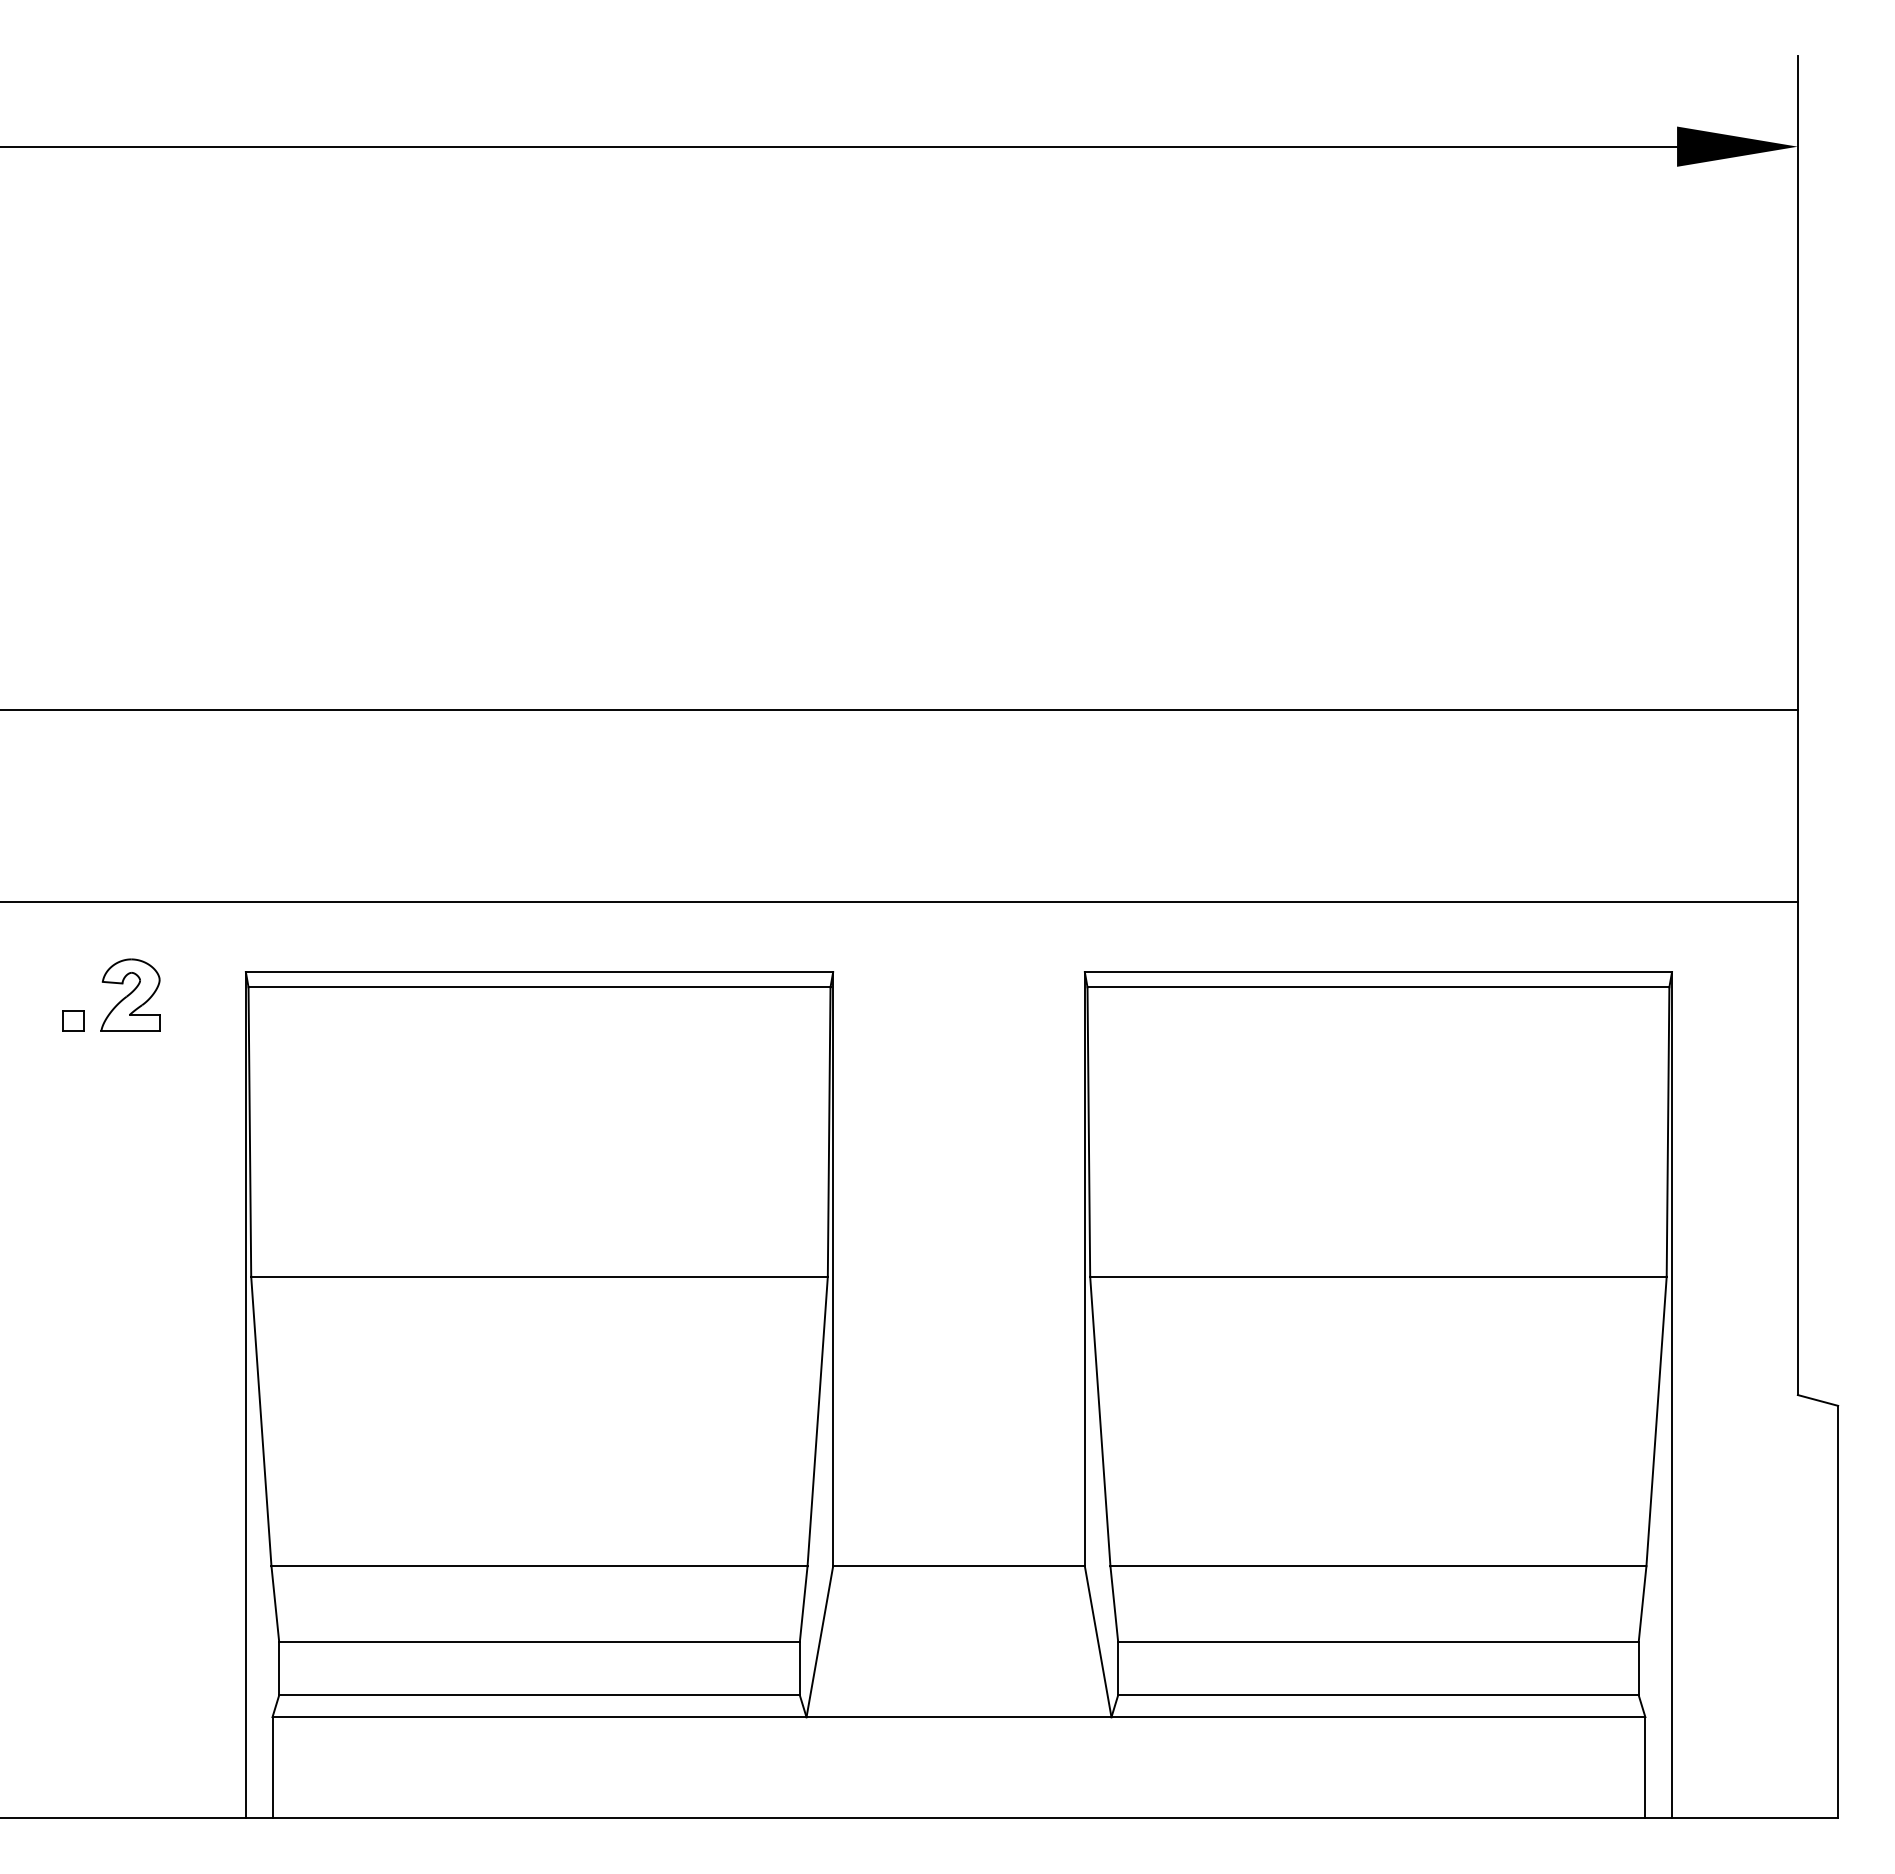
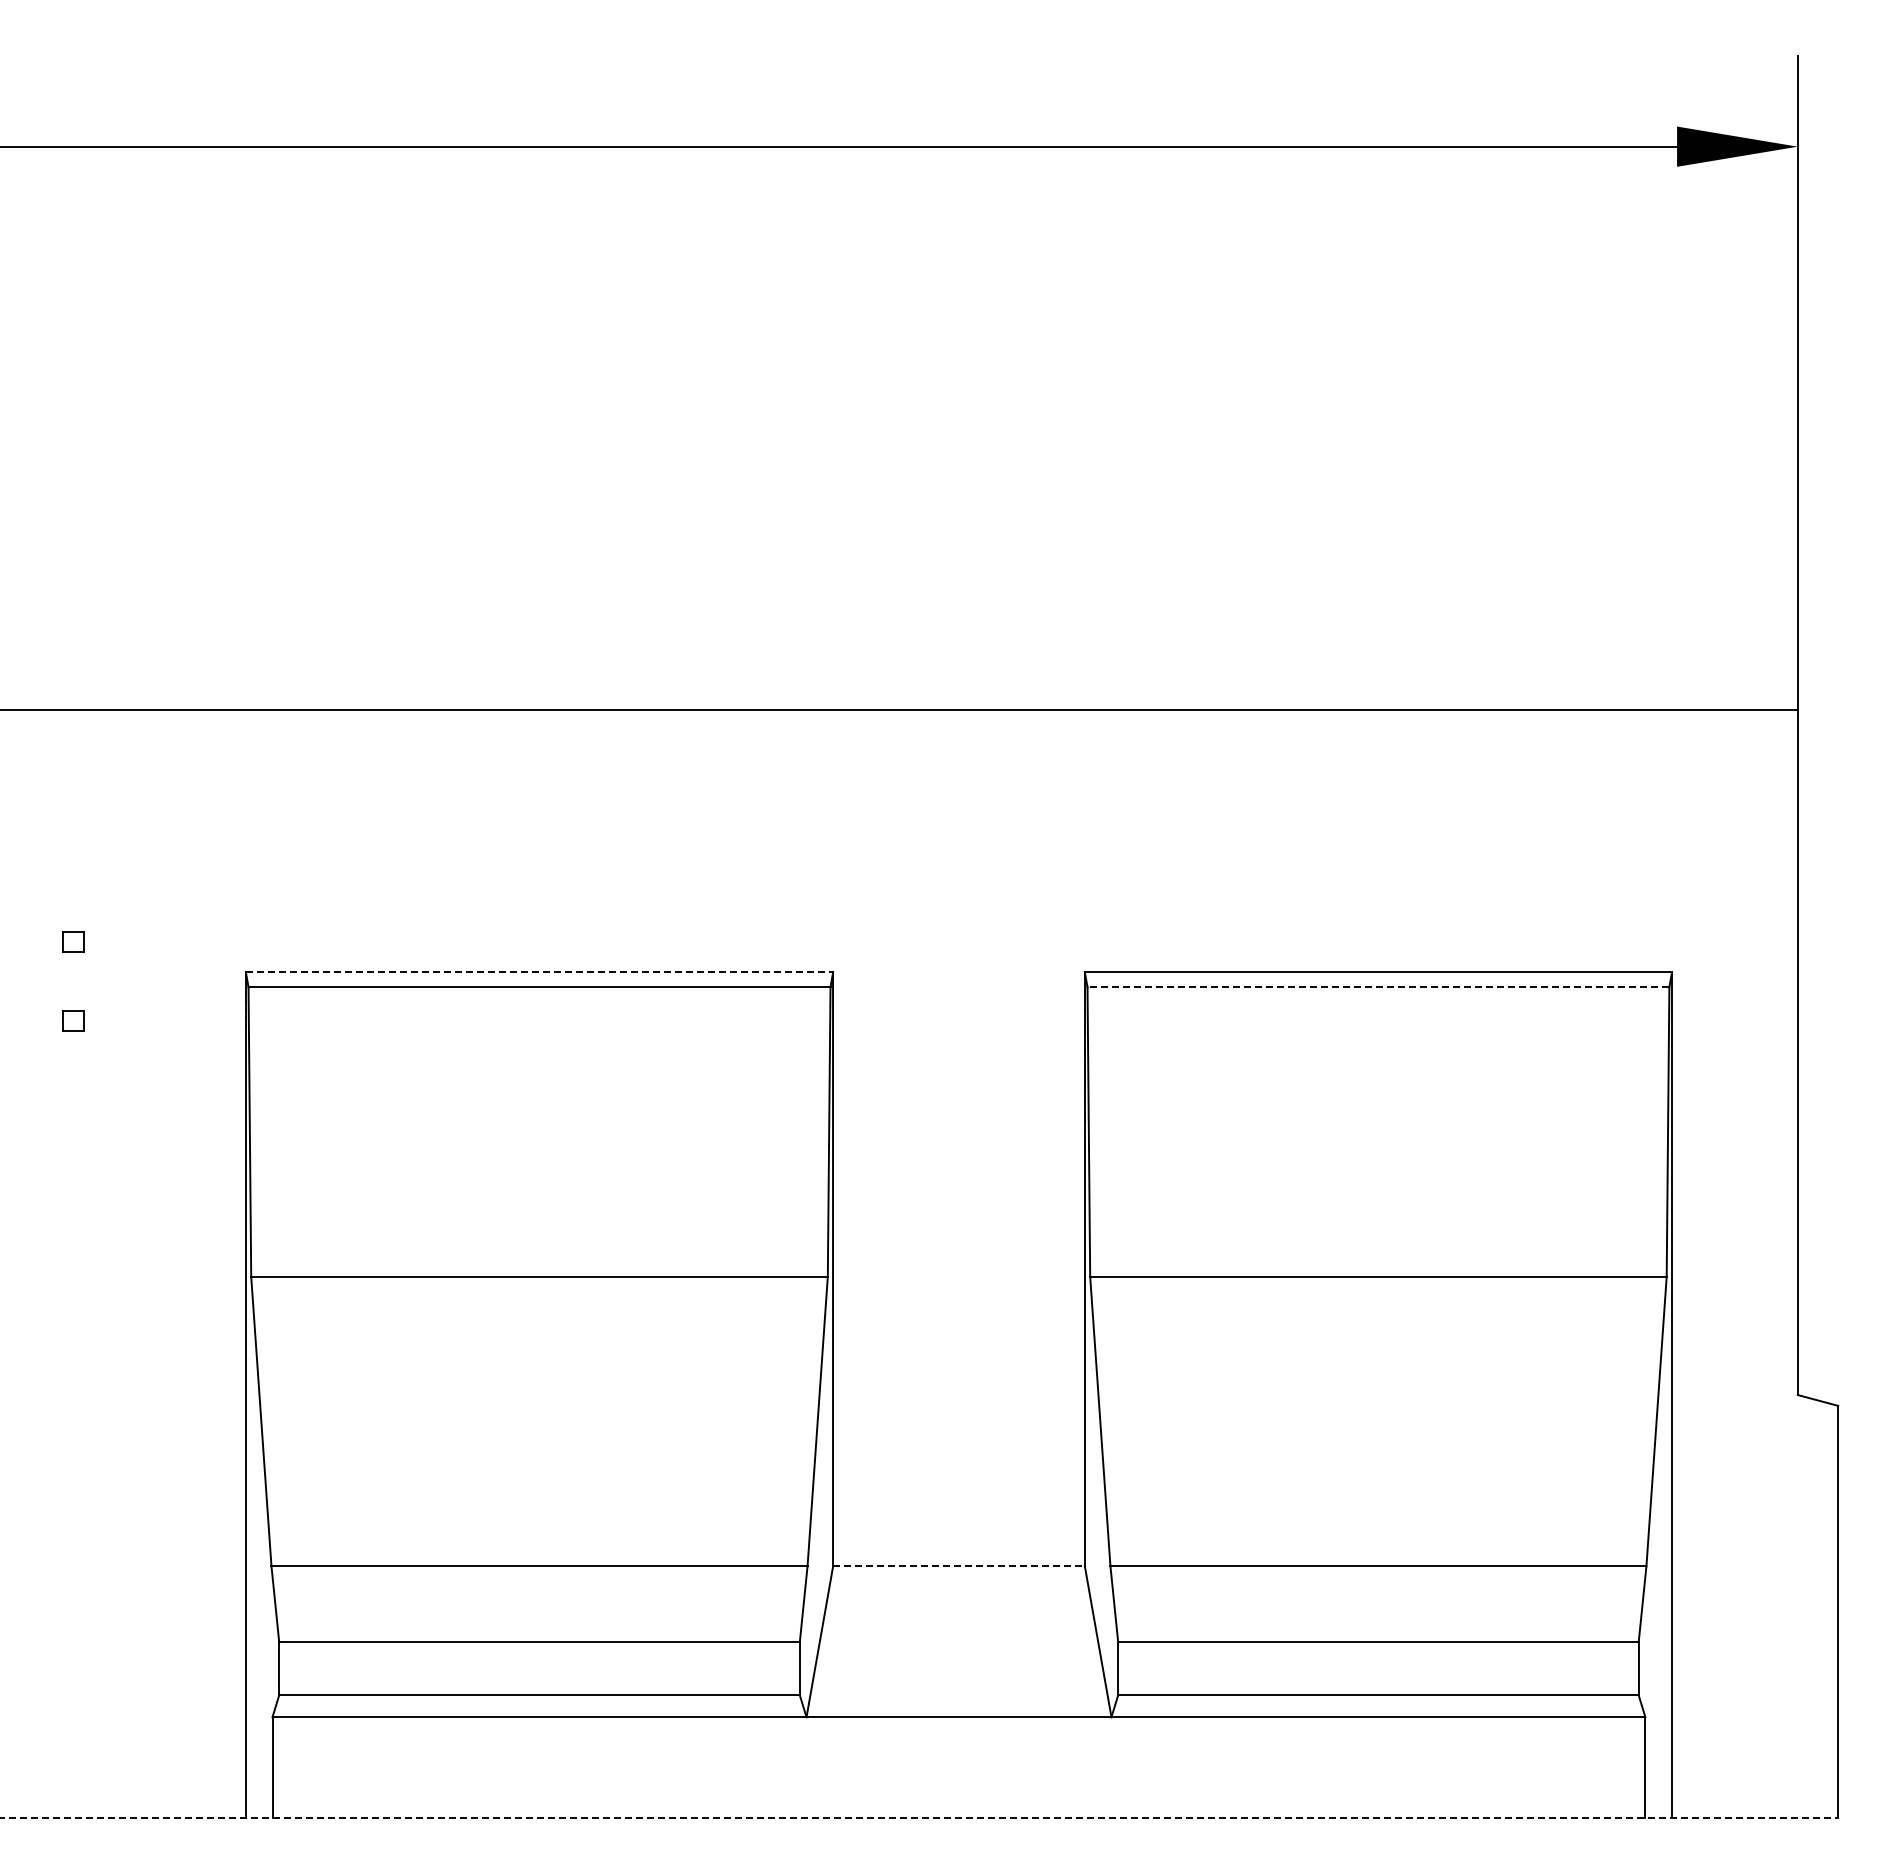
line at (899, 901): present -> none
part at (73, 941): none -> present
line at (539, 972): solid -> dashed
line at (1378, 987): solid -> dashed
part at (130, 994): present -> none
line at (959, 1566): solid -> dashed
line at (919, 1817): solid -> dashed
